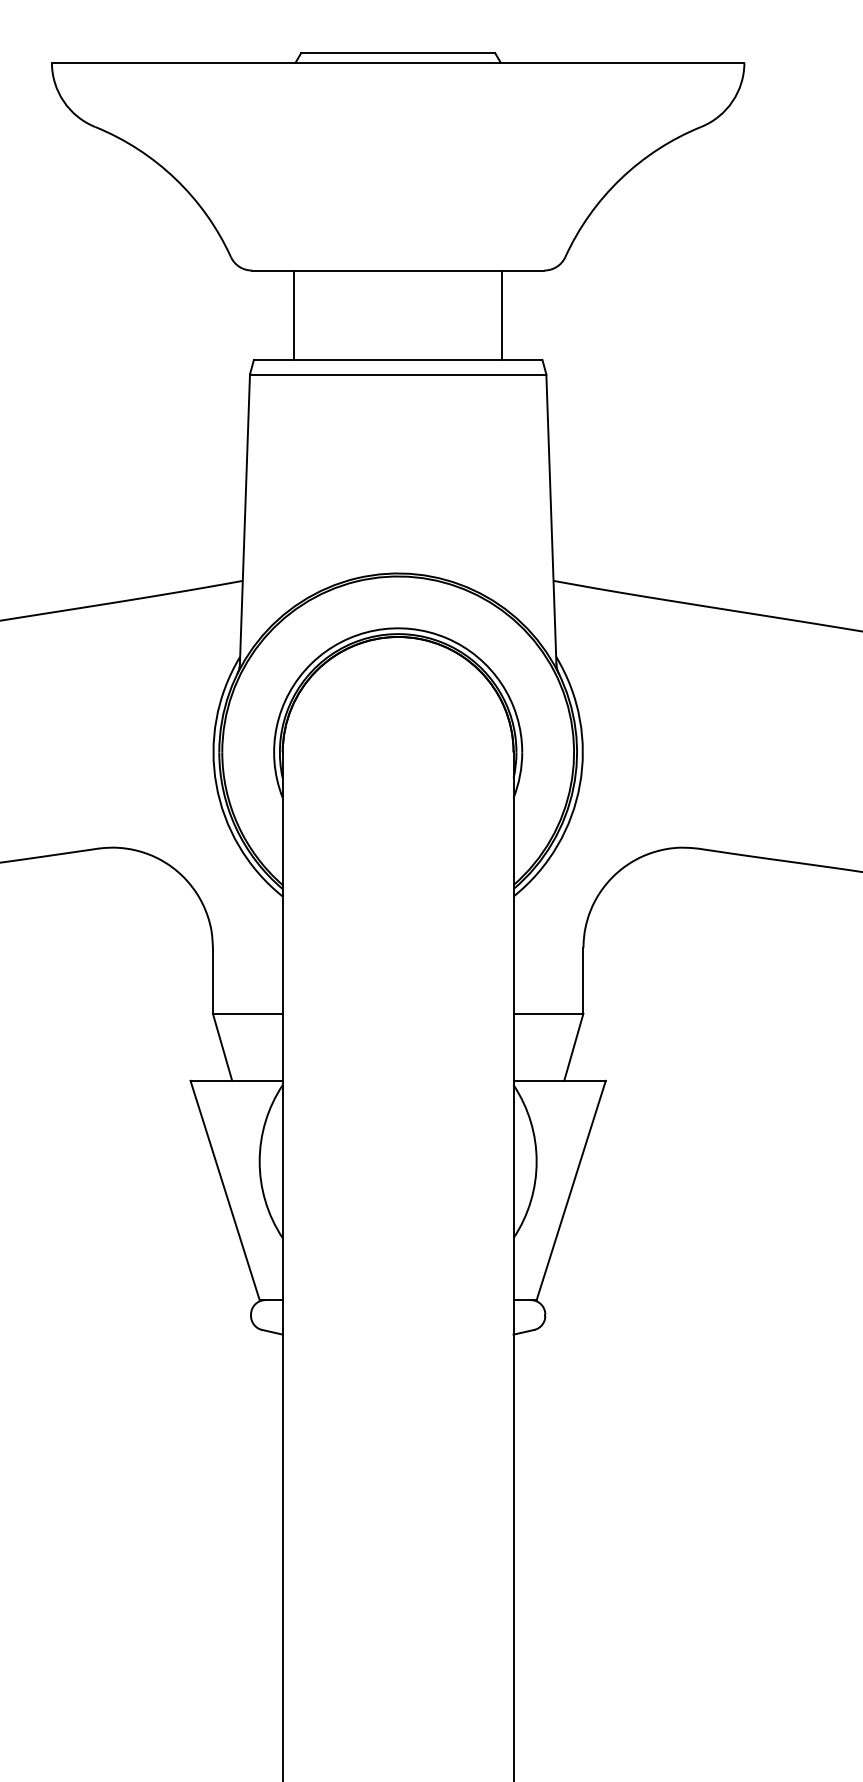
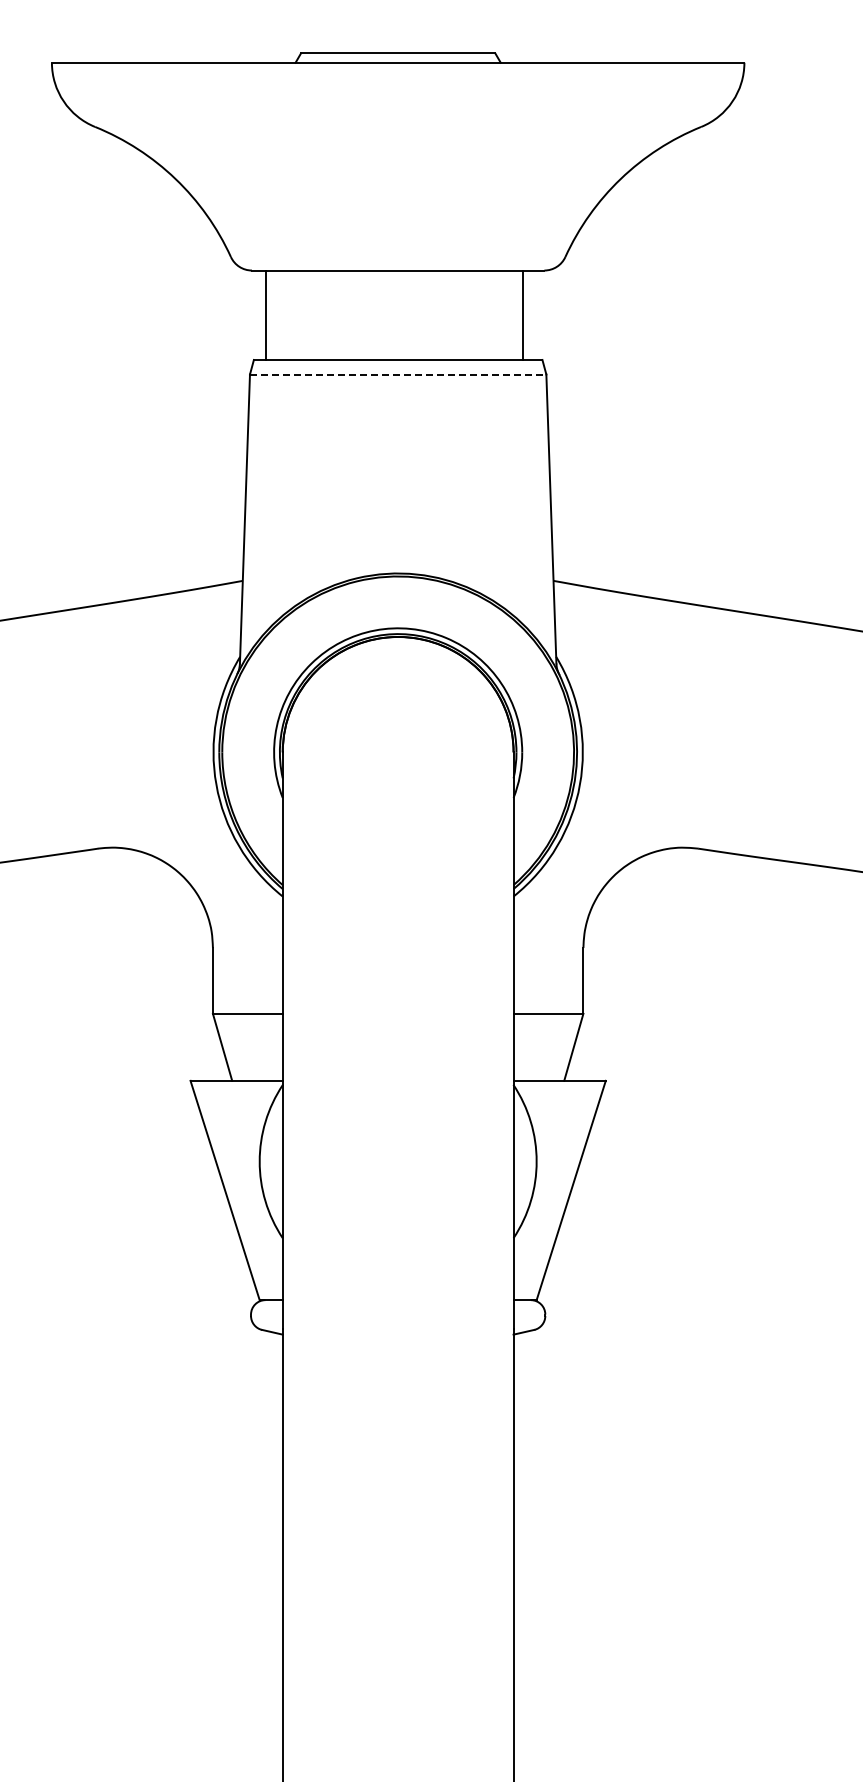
line at (294, 314) position: (294, 314) -> (266, 314)
line at (502, 314) position: (502, 314) -> (523, 314)
line at (398, 374): solid -> dashed
